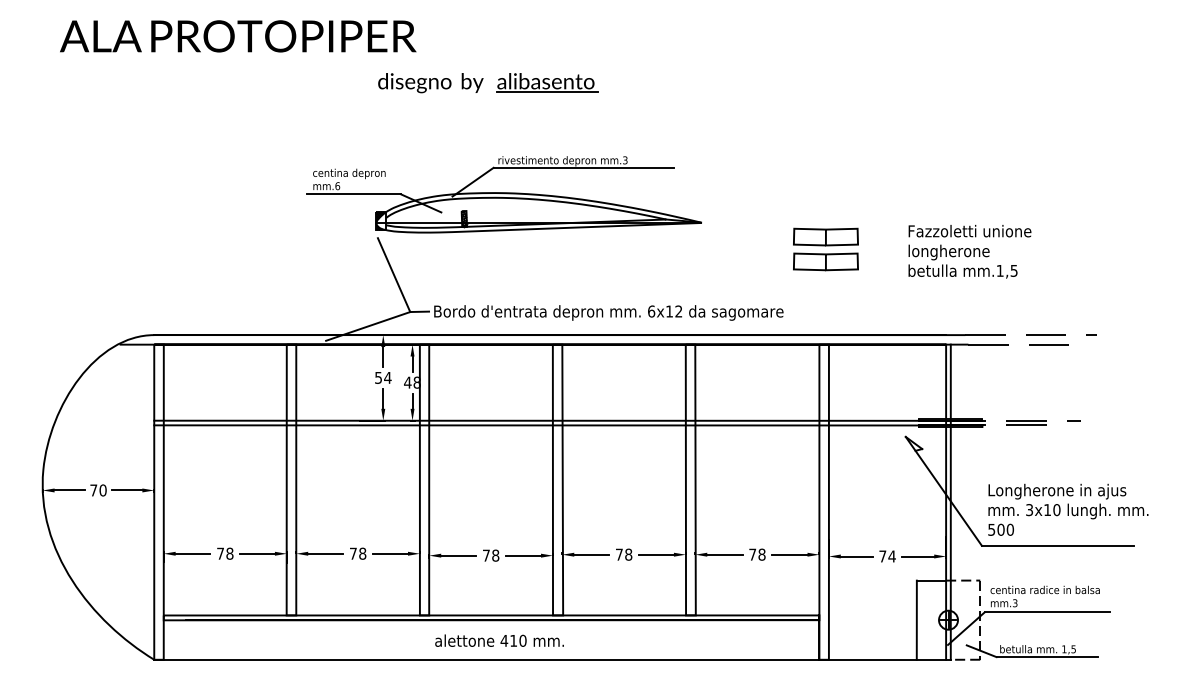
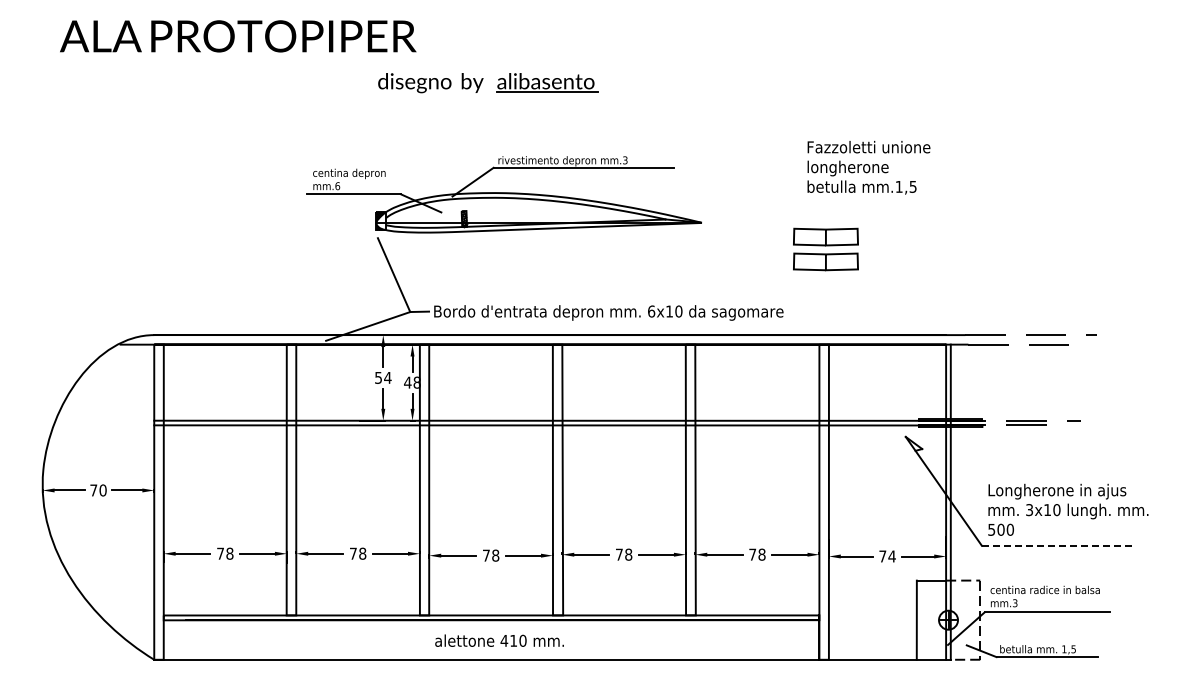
text at (969, 251) position: (969, 251) -> (868, 167)
text at (678, 311): 6x12 -> 6x10
line at (1058, 545): solid -> dashed
